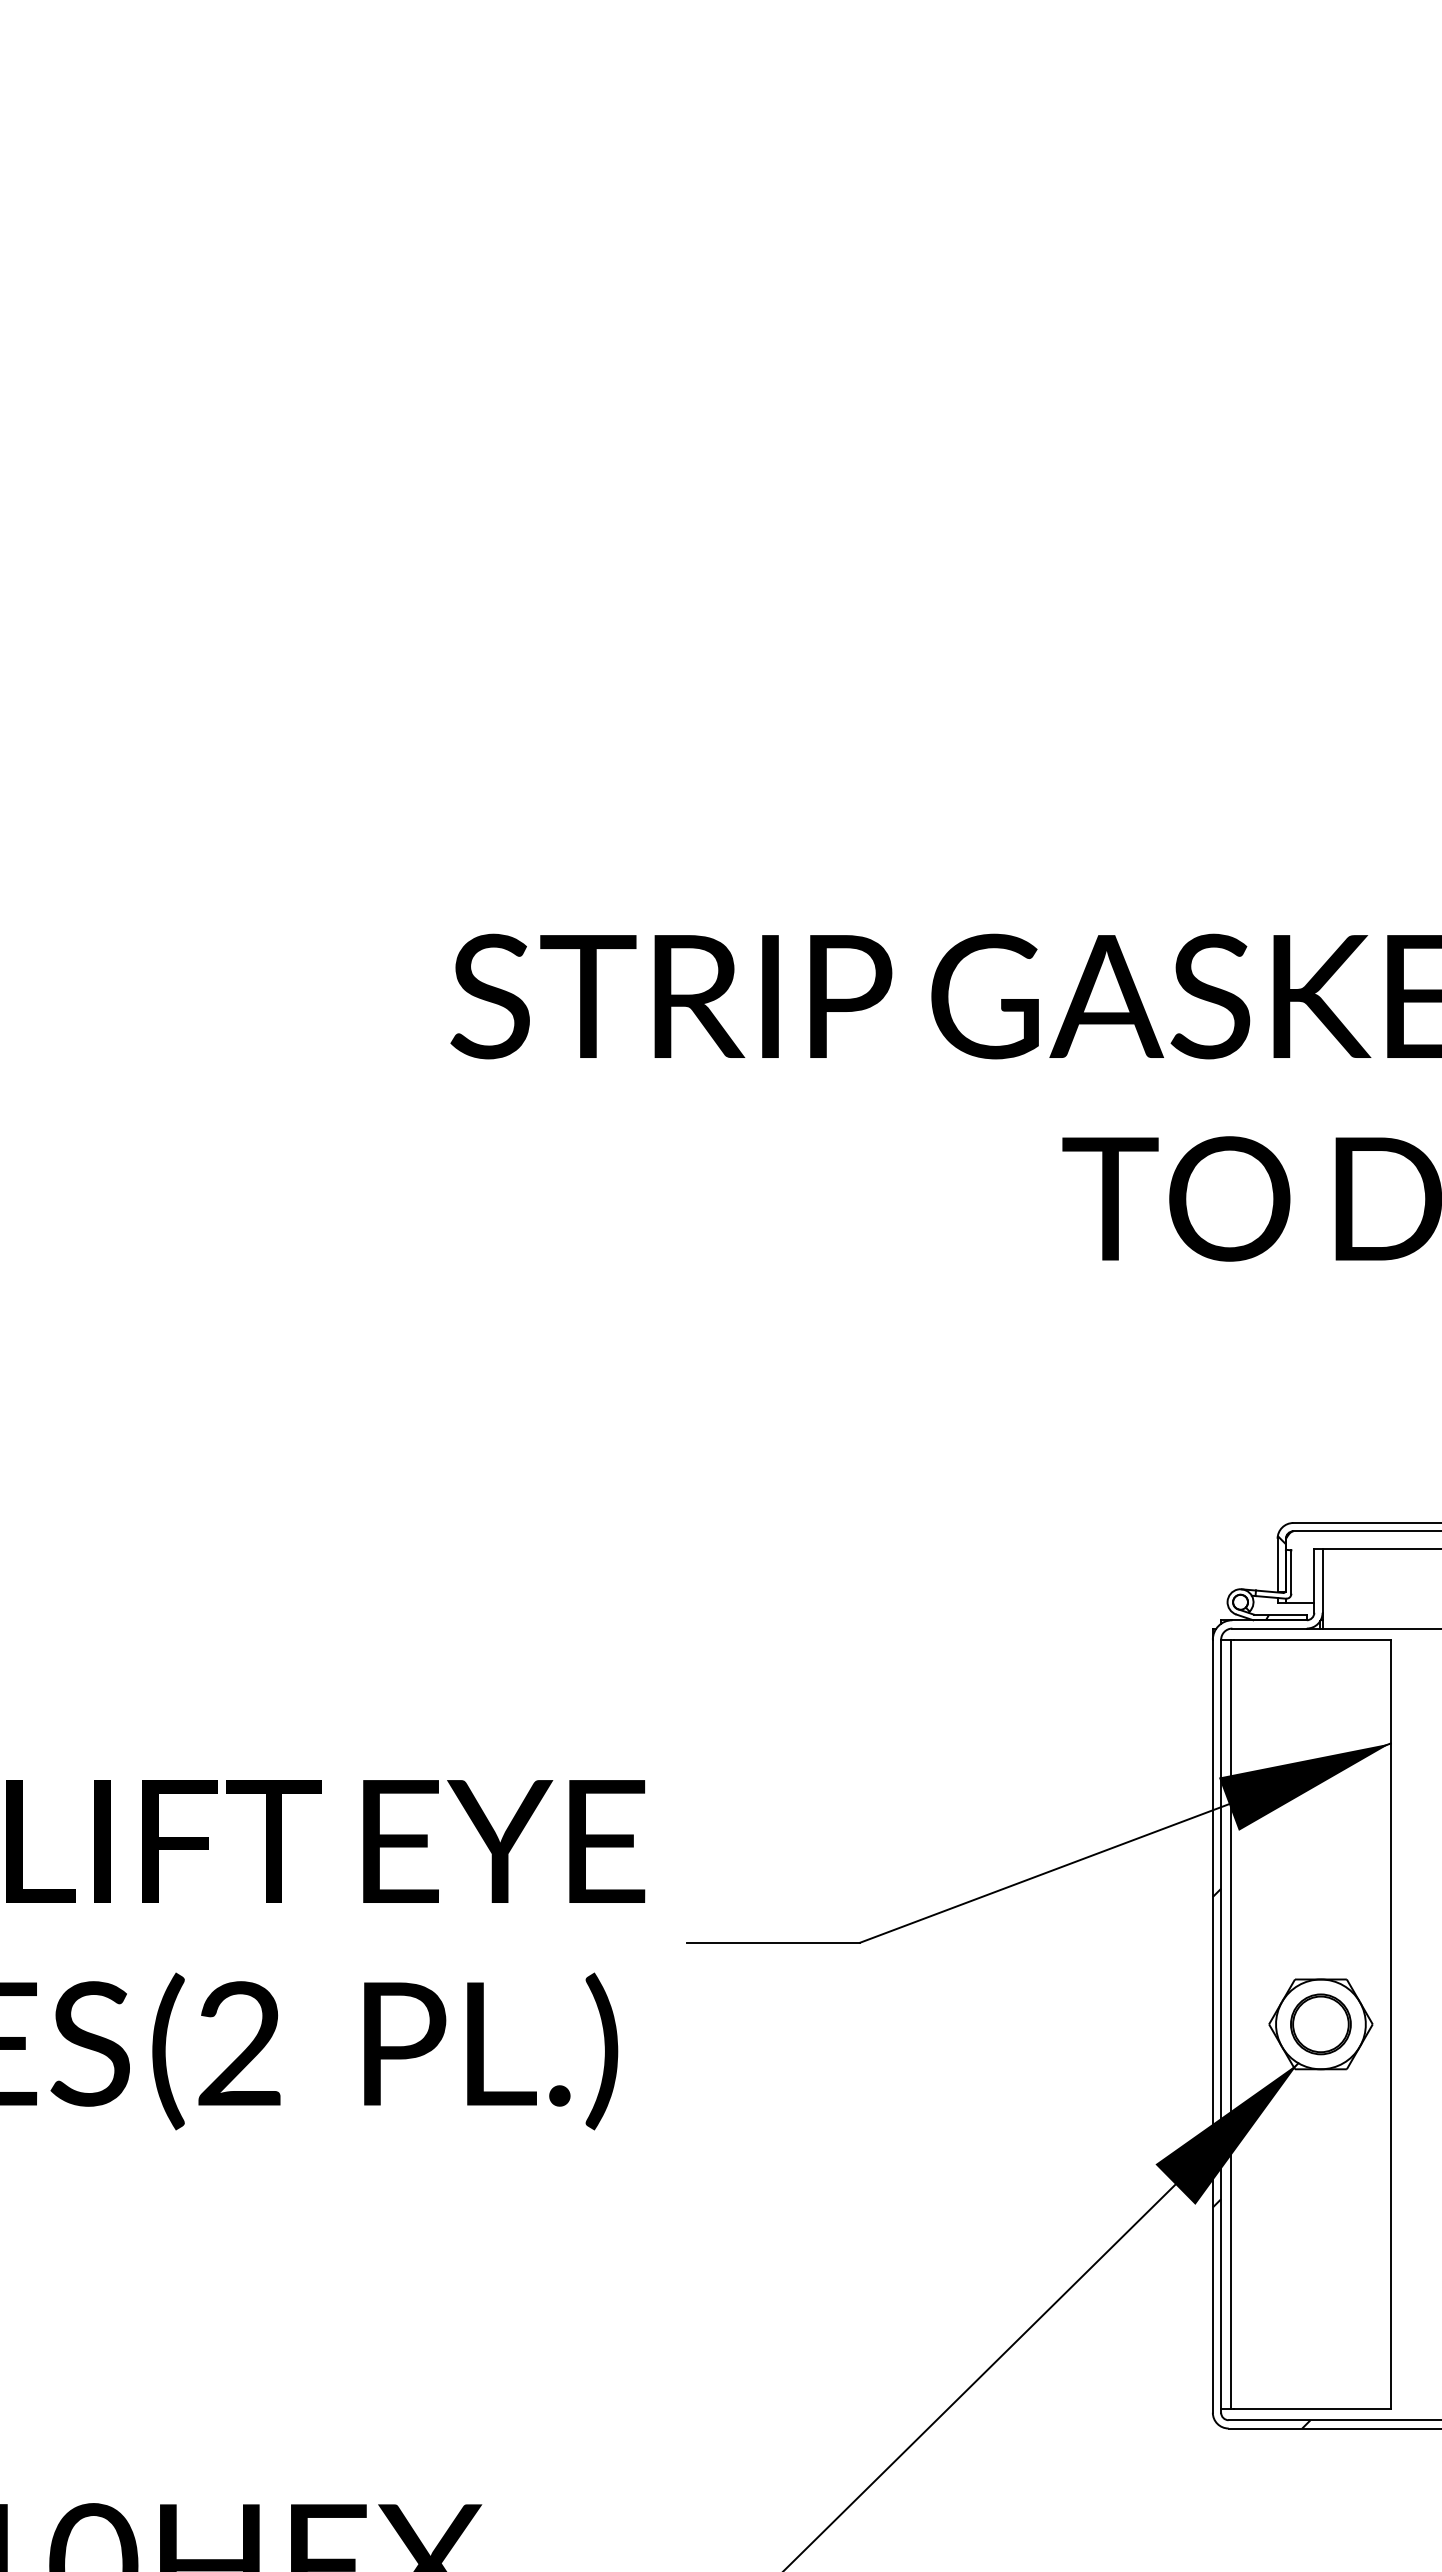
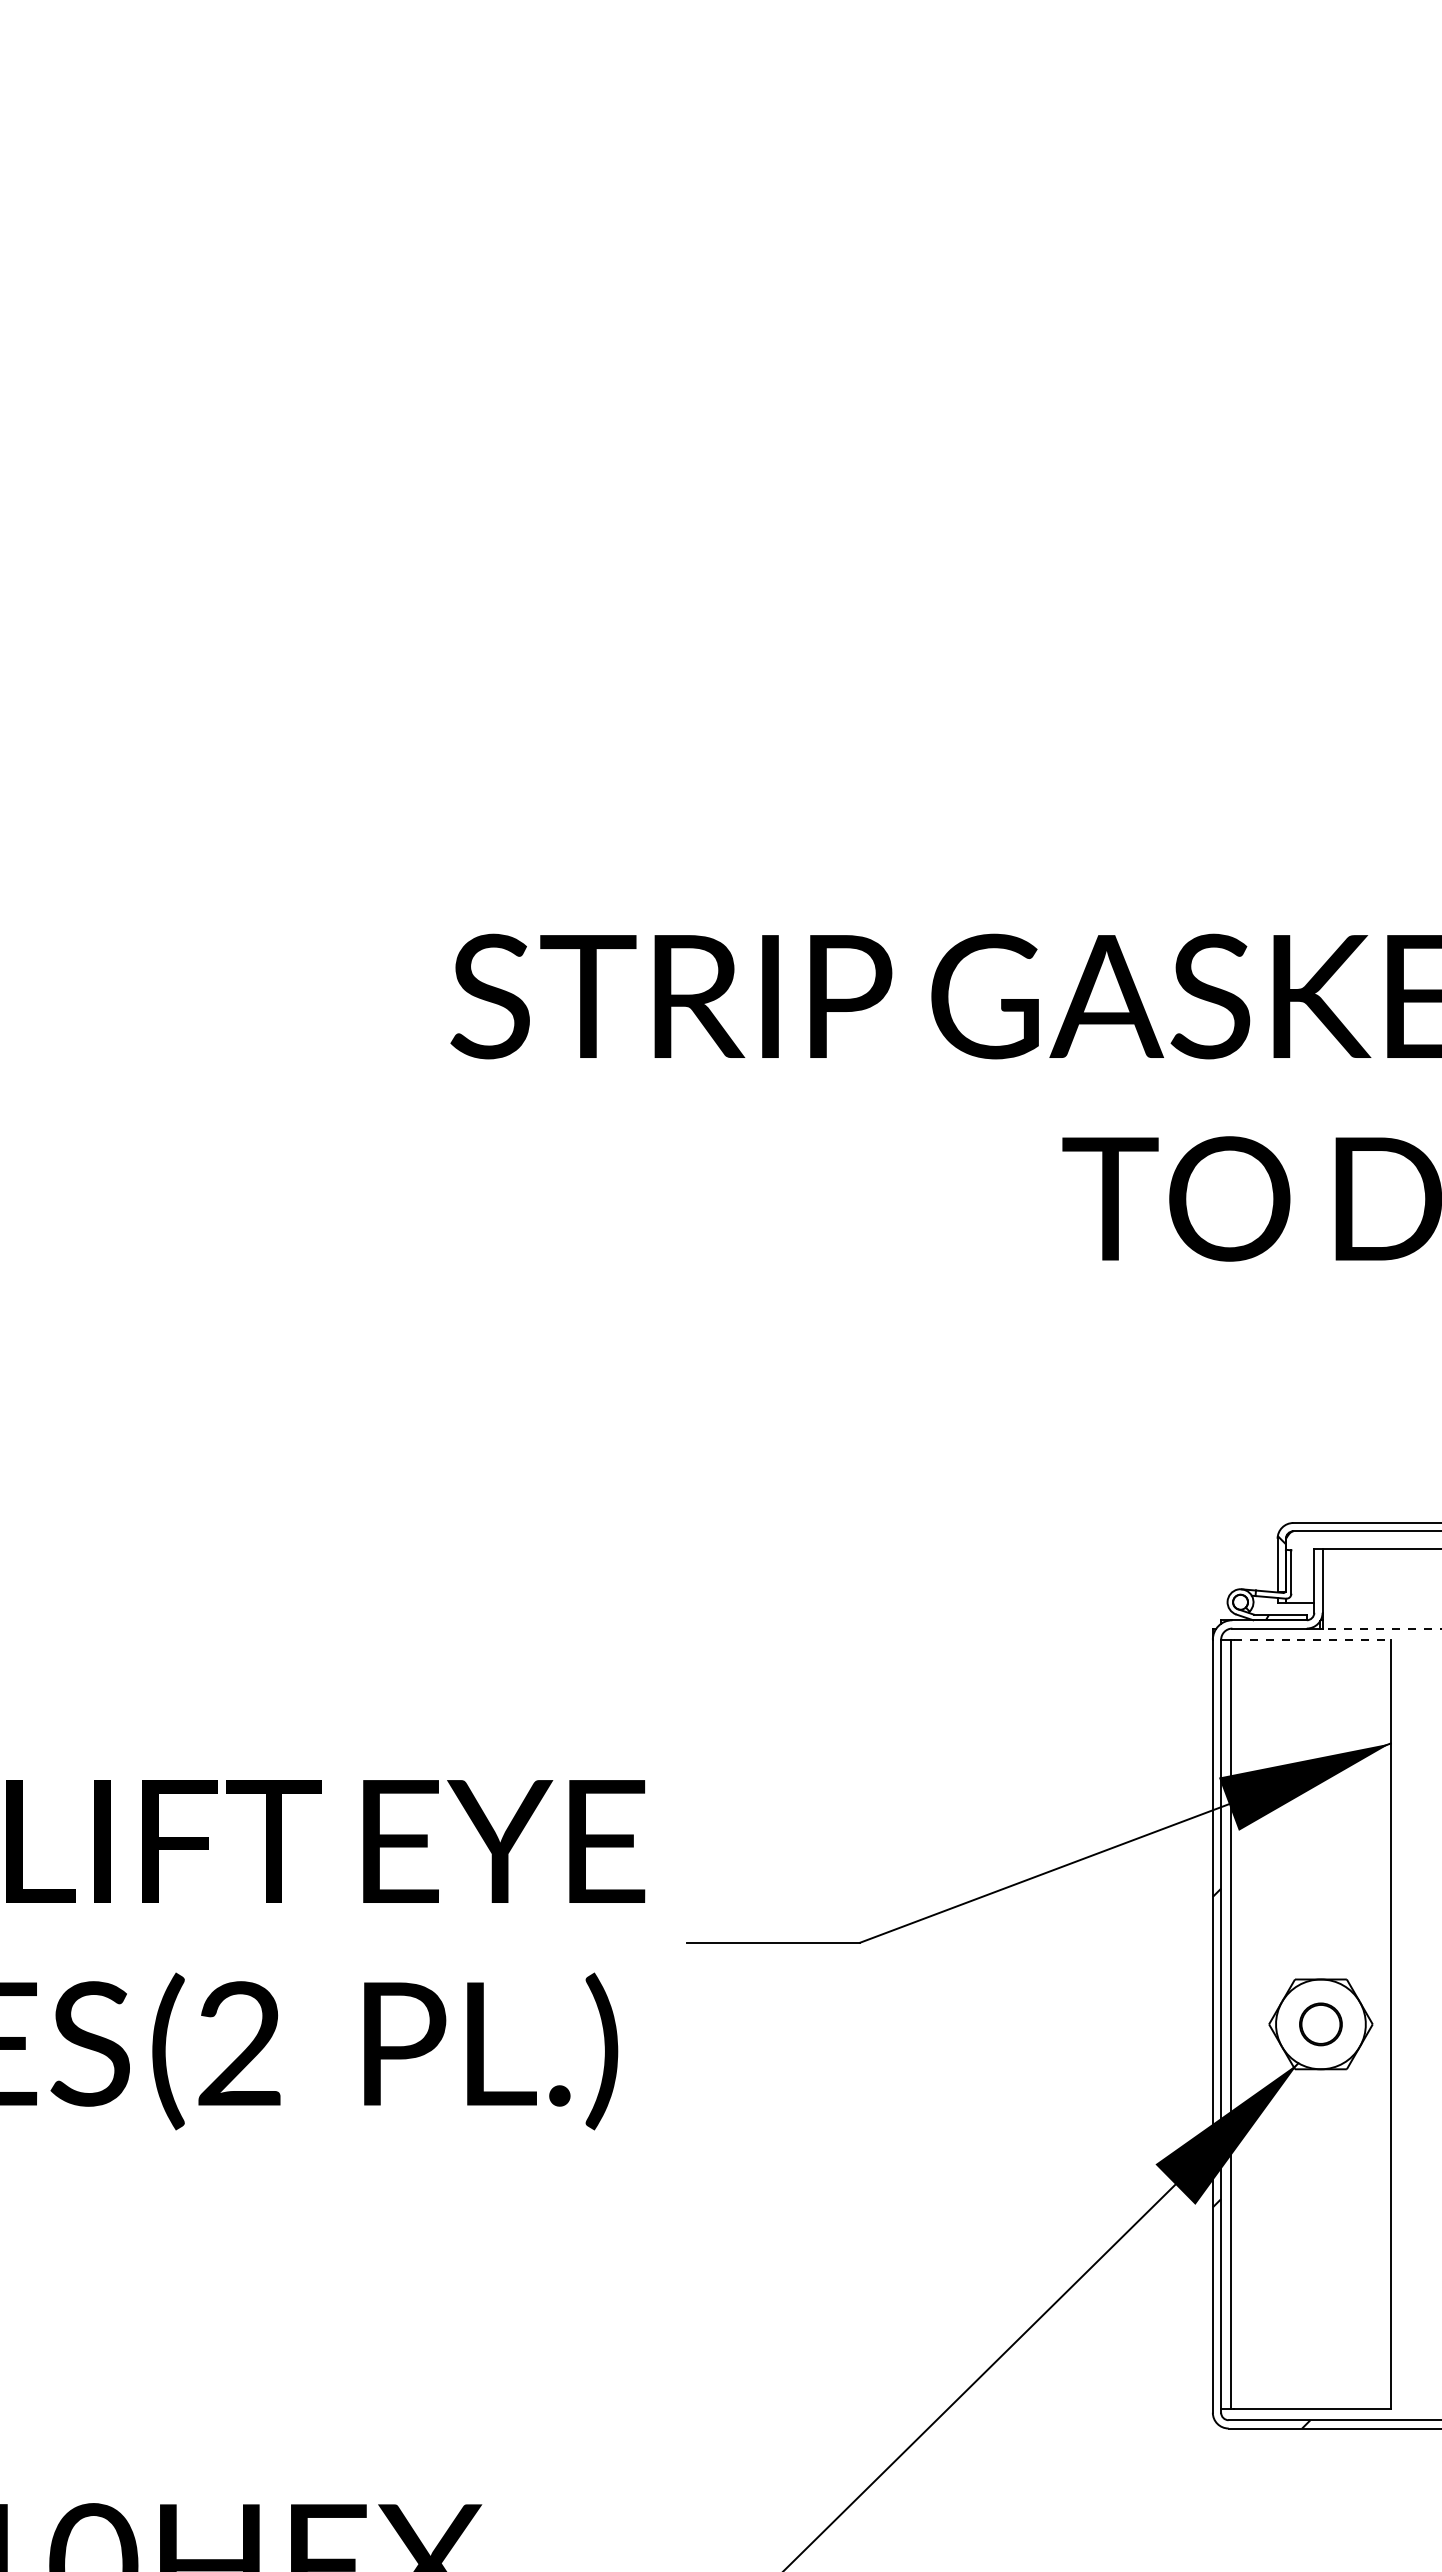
line at (1381, 1628): solid -> dashed
line at (1312, 1640): solid -> dashed
part at (1320, 2024) size: 62x63 px -> 44x45 px
